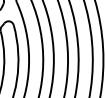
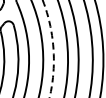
arc at (53, 48): solid -> dashed
